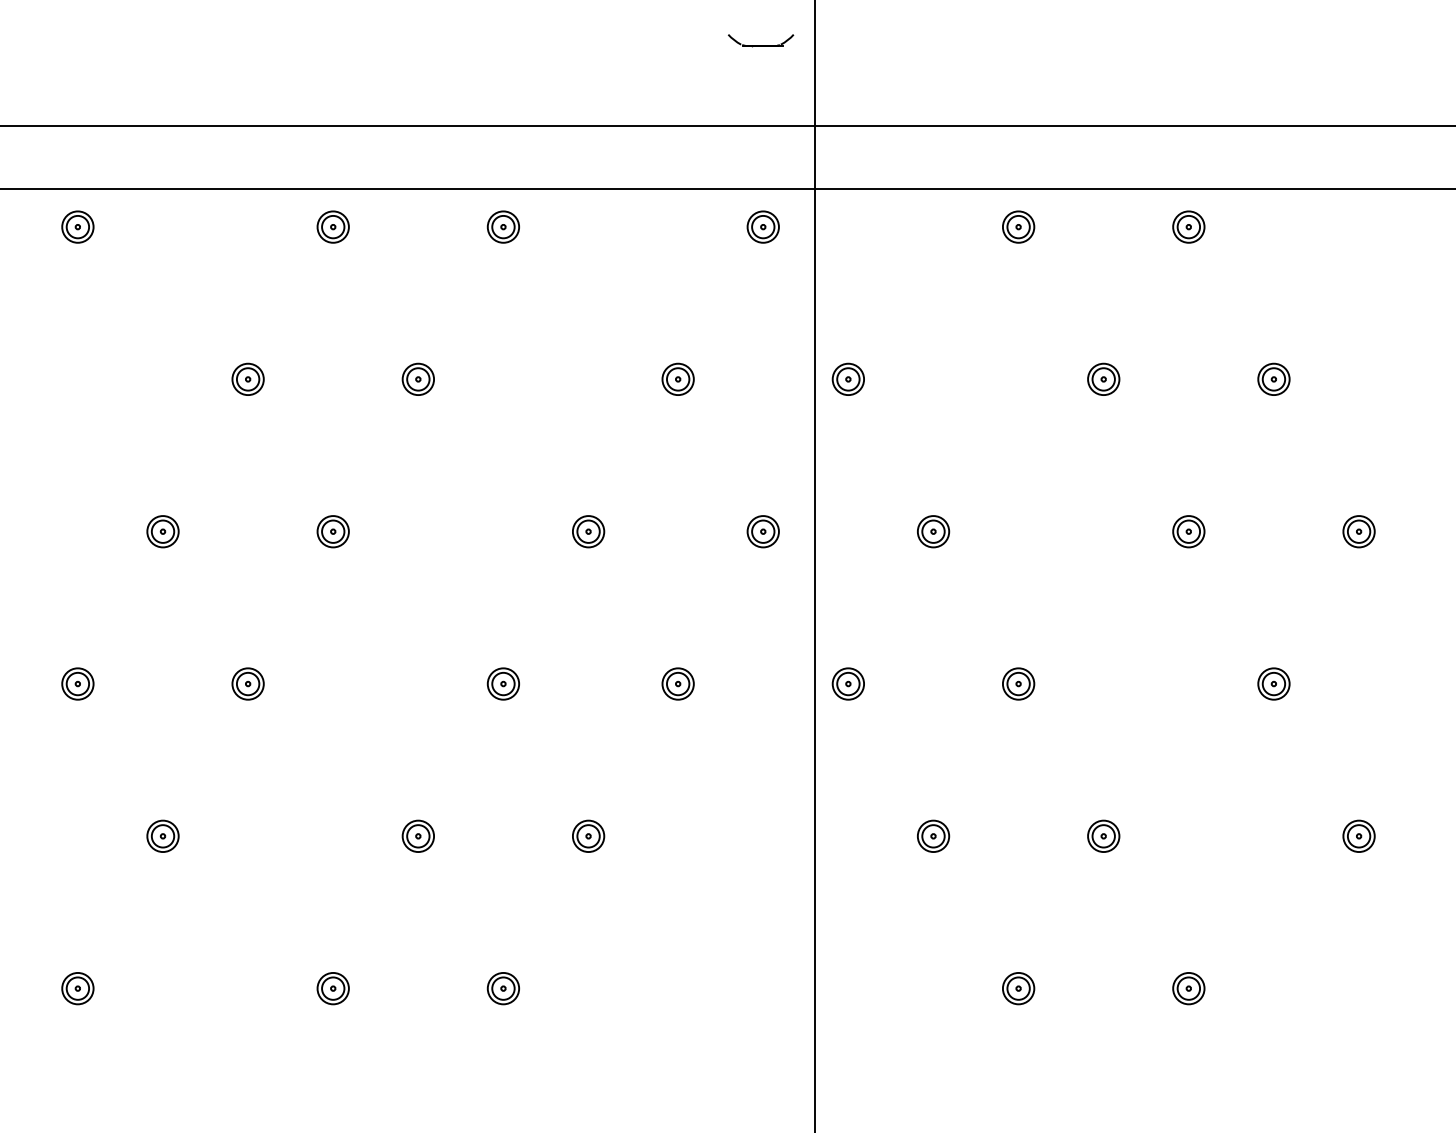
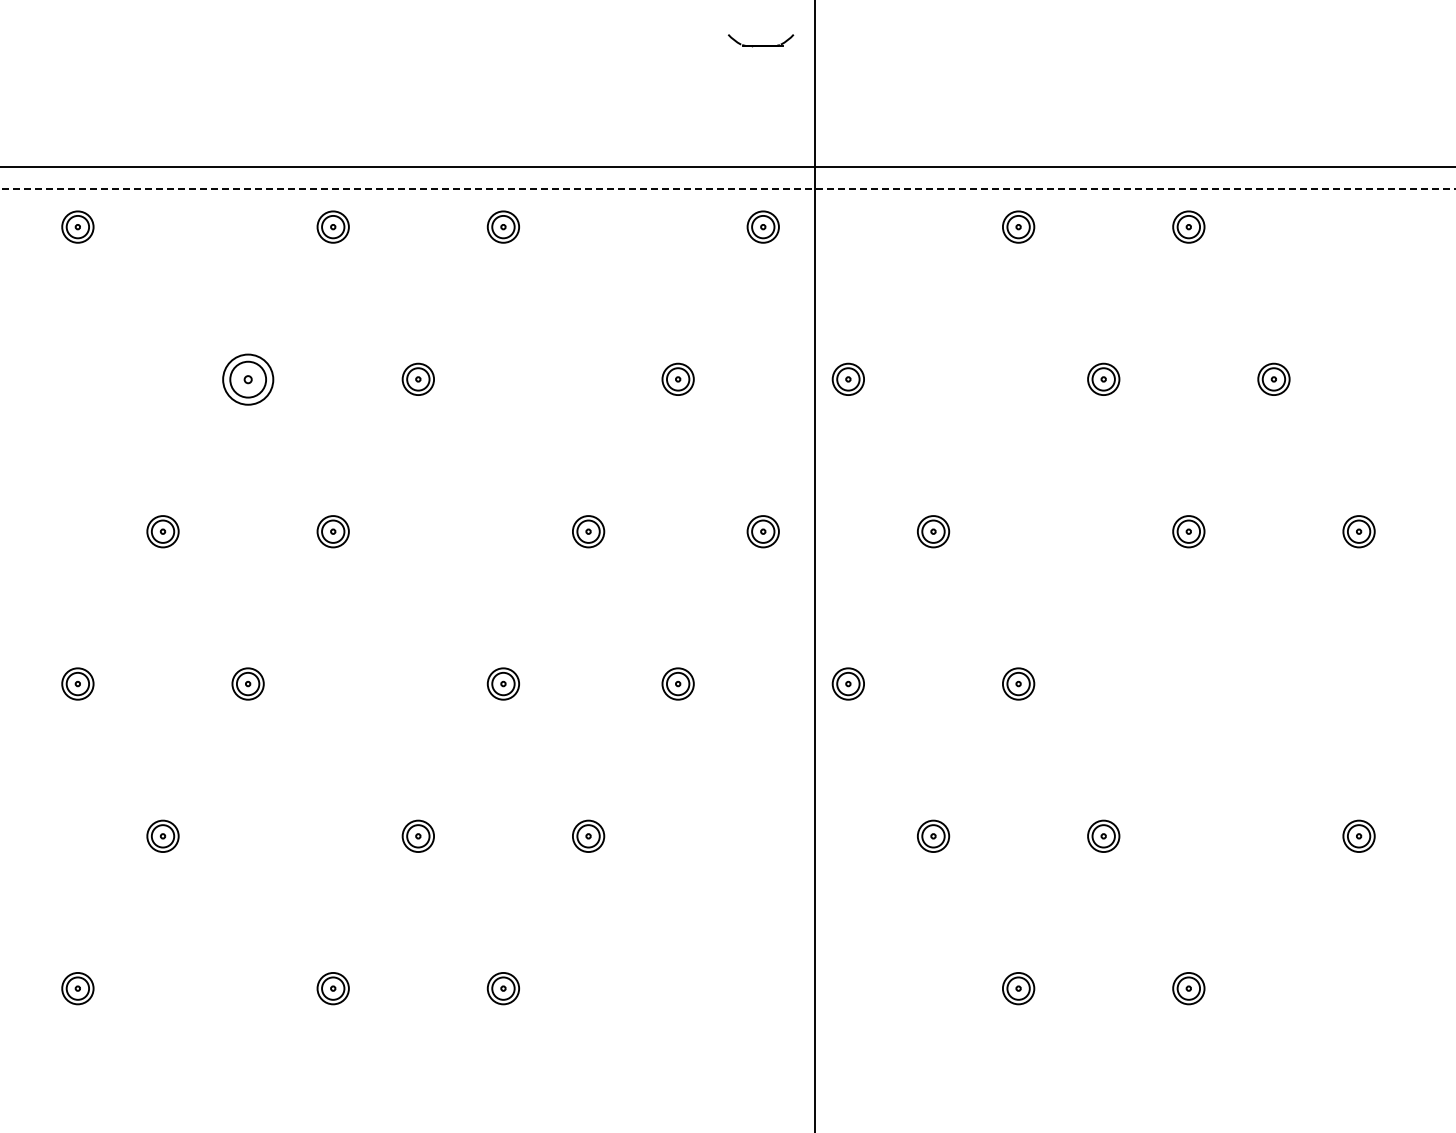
line at (727, 126) position: (727, 126) -> (727, 167)
line at (728, 189): solid -> dashed
part at (247, 378) size: 34x34 px -> 53x53 px
part at (1273, 683): present -> none
